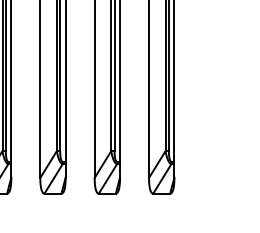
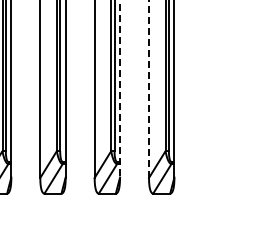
line at (149, 88): solid -> dashed
line at (120, 89): solid -> dashed
